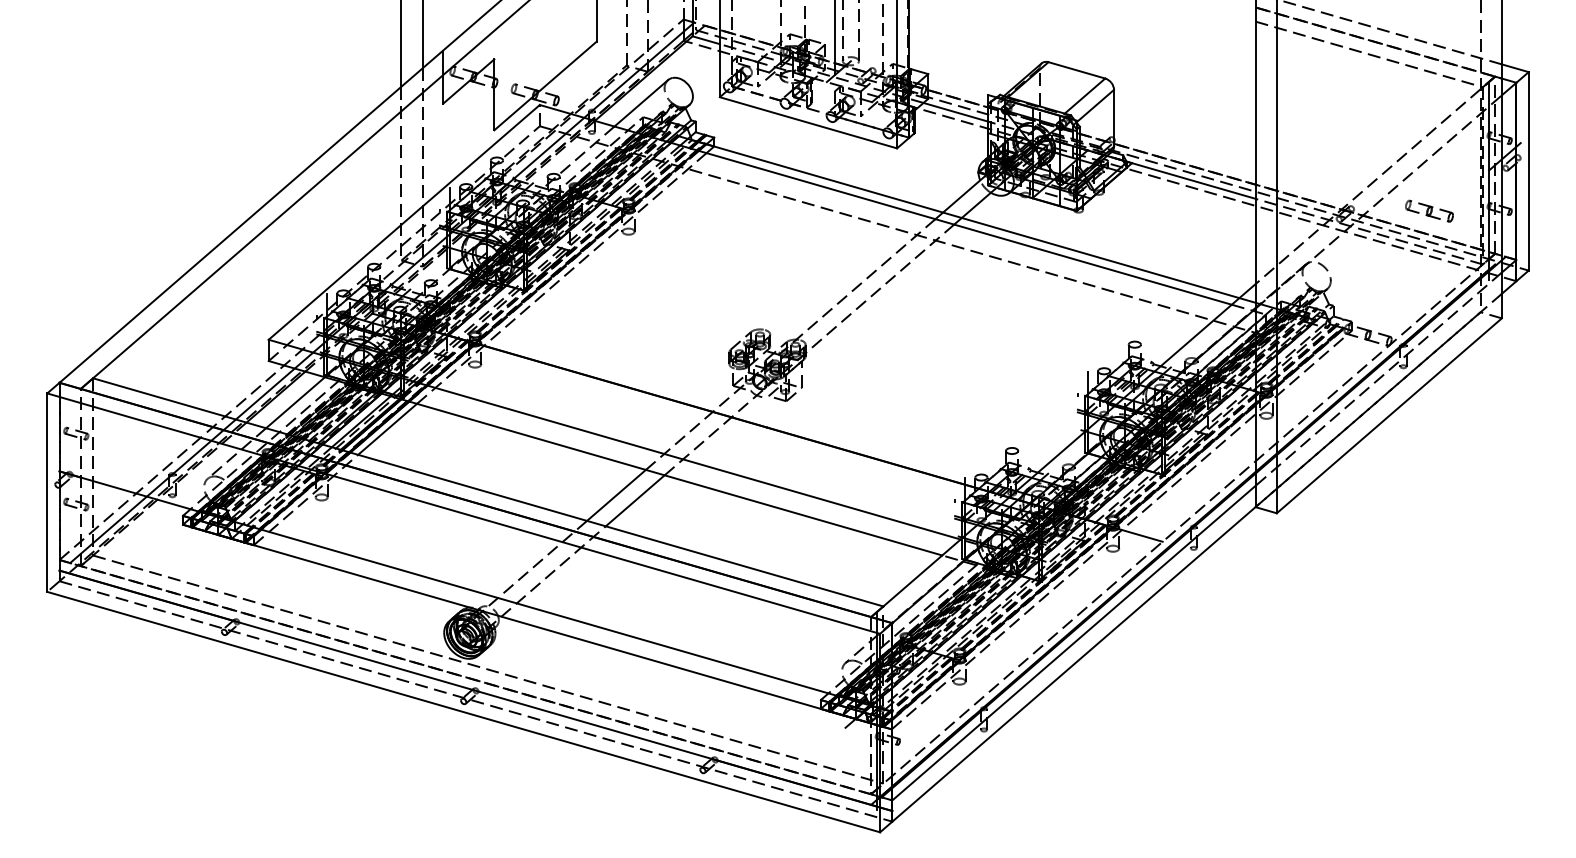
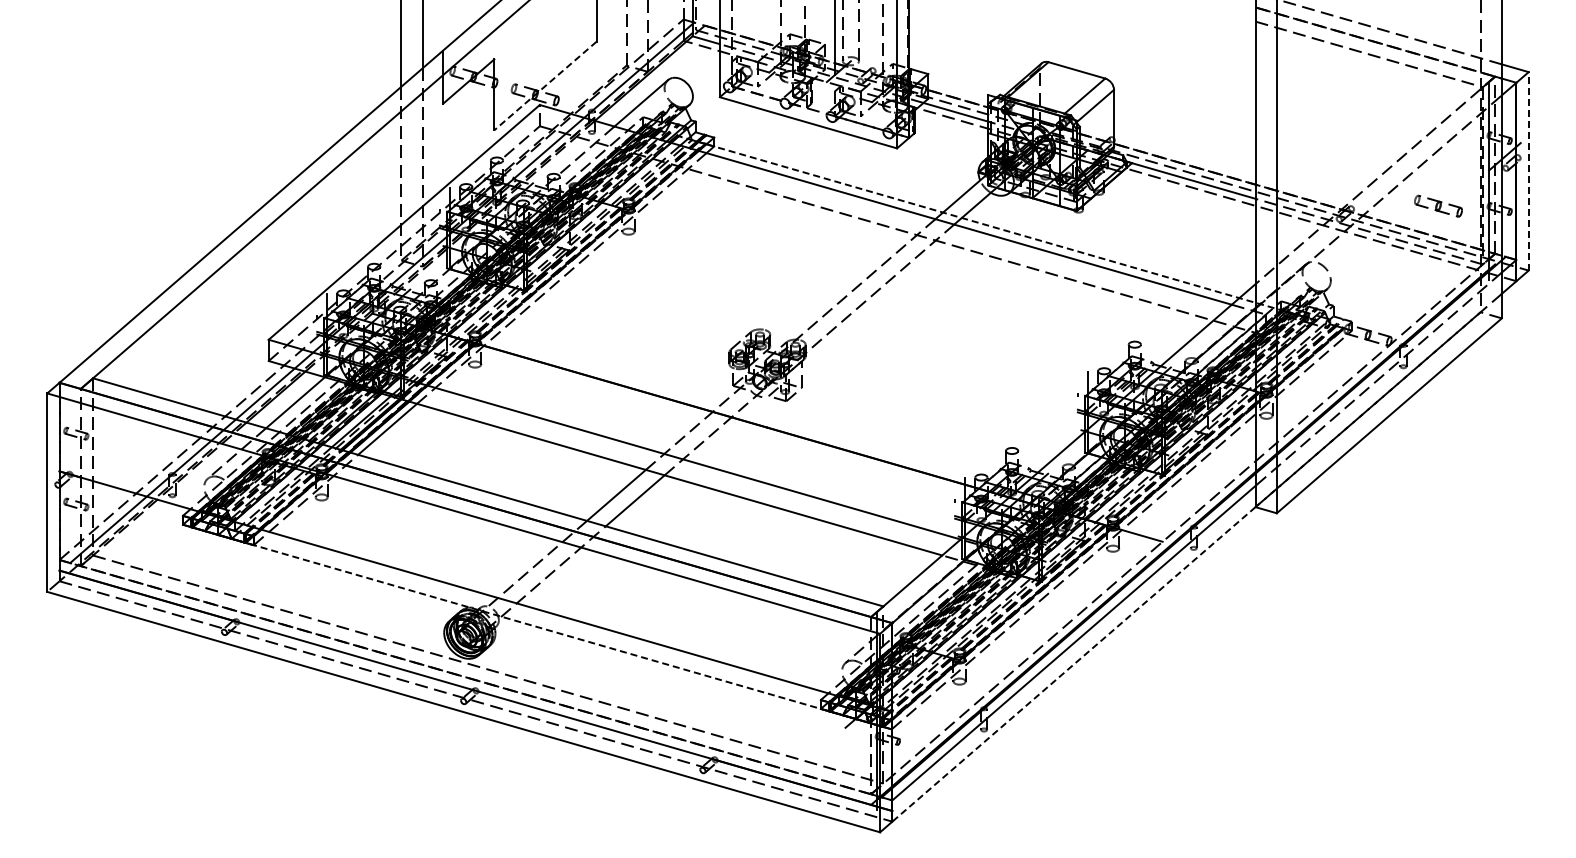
line at (545, 86): solid -> dashed
line at (1528, 170): solid -> dashed
part at (1429, 210) position: (1429, 210) -> (1438, 205)
line at (997, 228): solid -> dashed
line at (537, 627): solid -> dashed
line at (1073, 664): solid -> dashed
